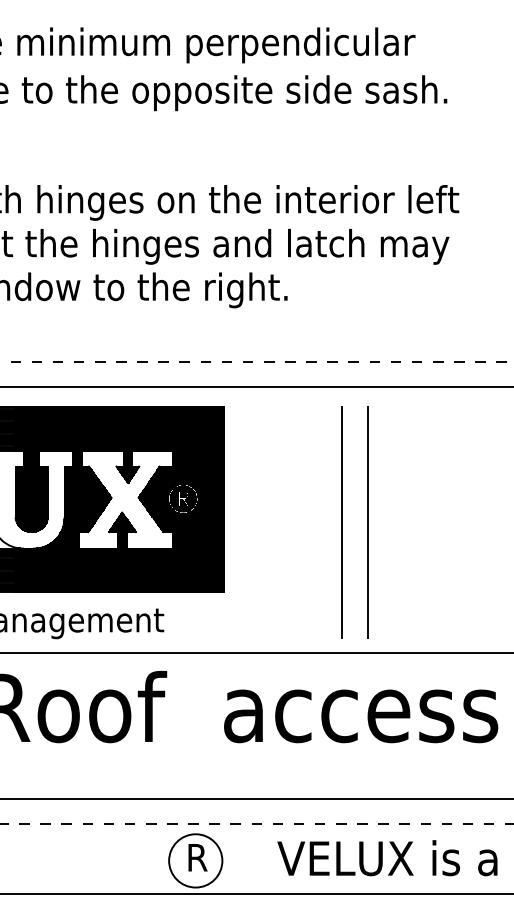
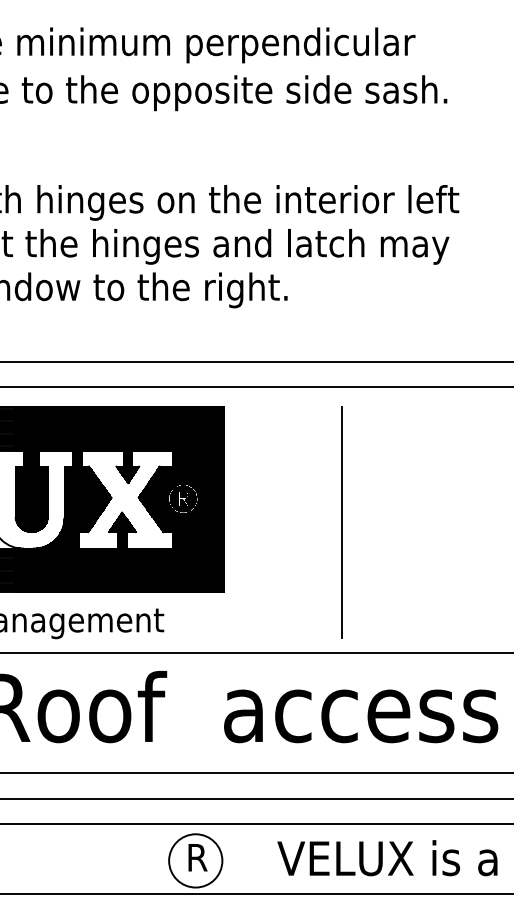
line at (257, 361): dashed -> solid
line at (367, 522): present -> none
line at (256, 773): none -> present
line at (257, 824): dashed -> solid
